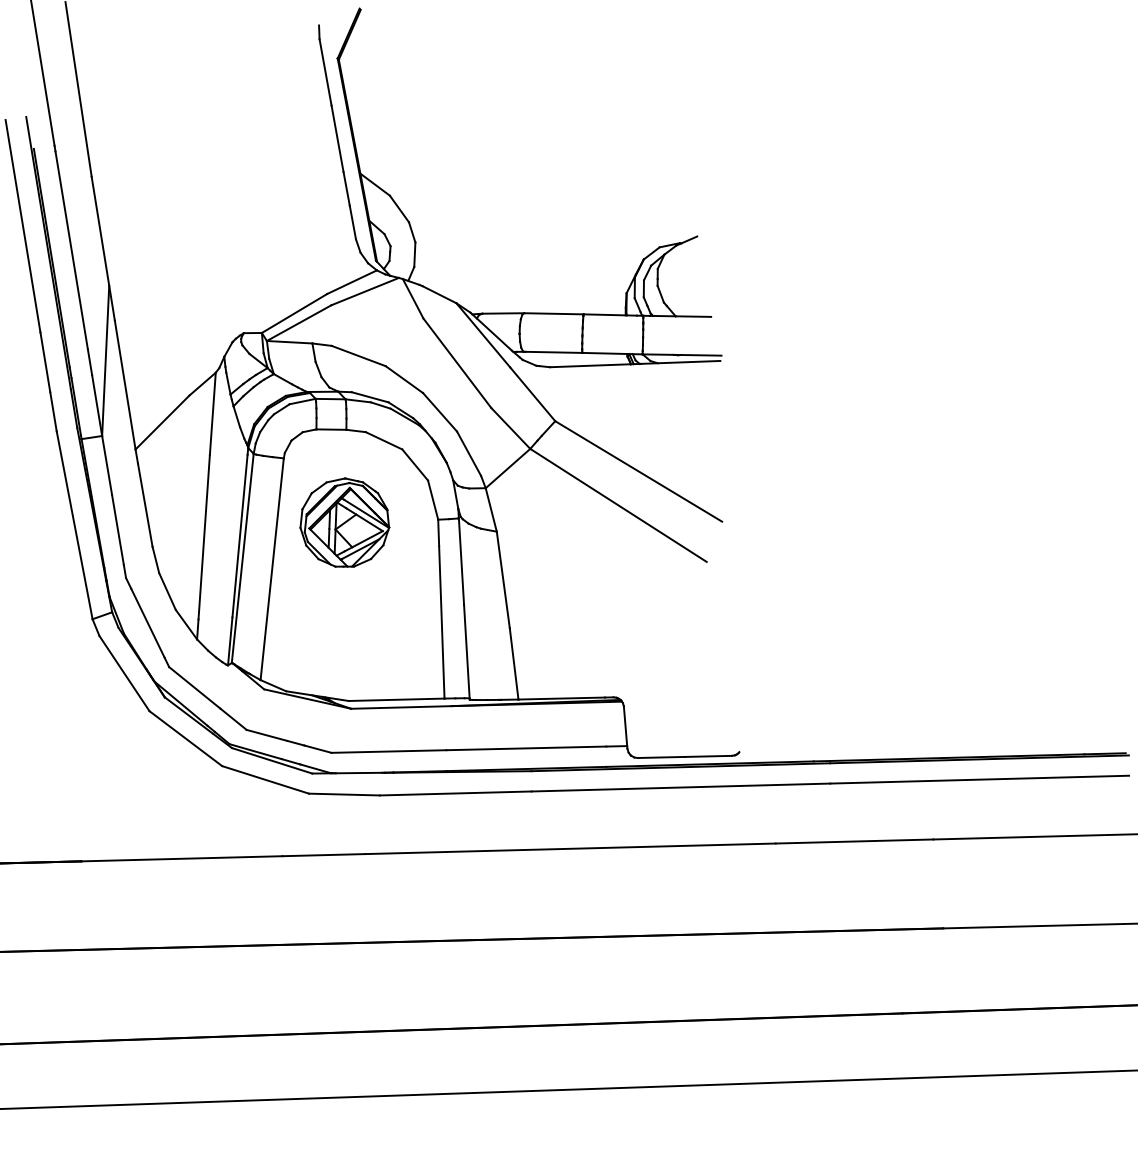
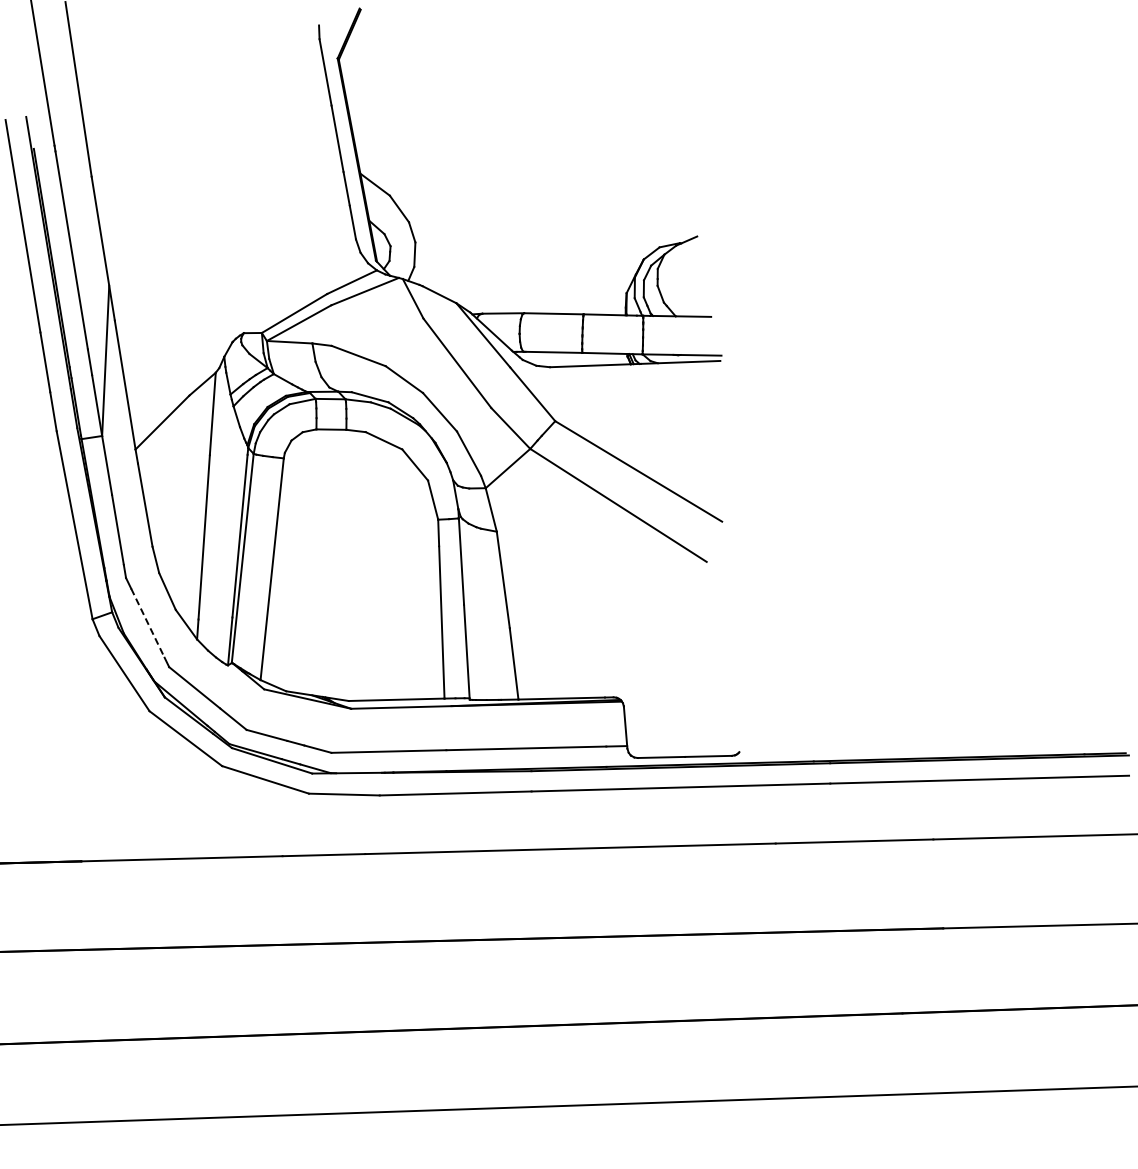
part at (344, 522): present -> none
line at (148, 623): solid -> dashed
line at (568, 1089) position: (568, 1089) -> (568, 1105)
